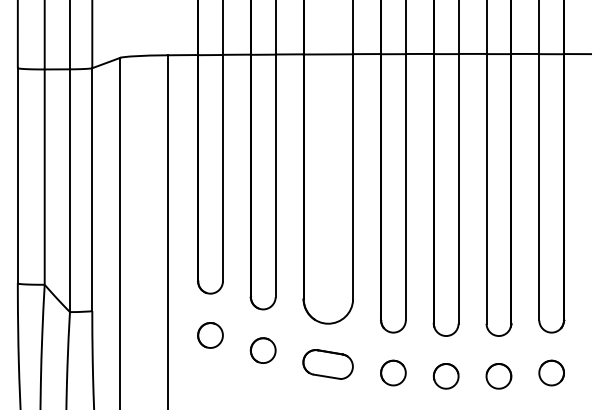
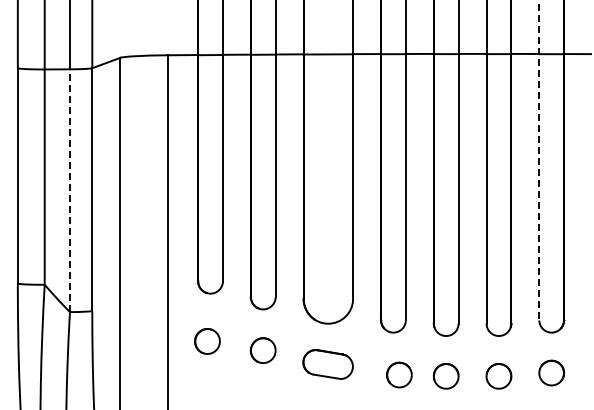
line at (539, 160): solid -> dashed
line at (69, 190): solid -> dashed
part at (210, 335) position: (210, 335) -> (207, 341)
part at (393, 372) position: (393, 372) -> (399, 374)
